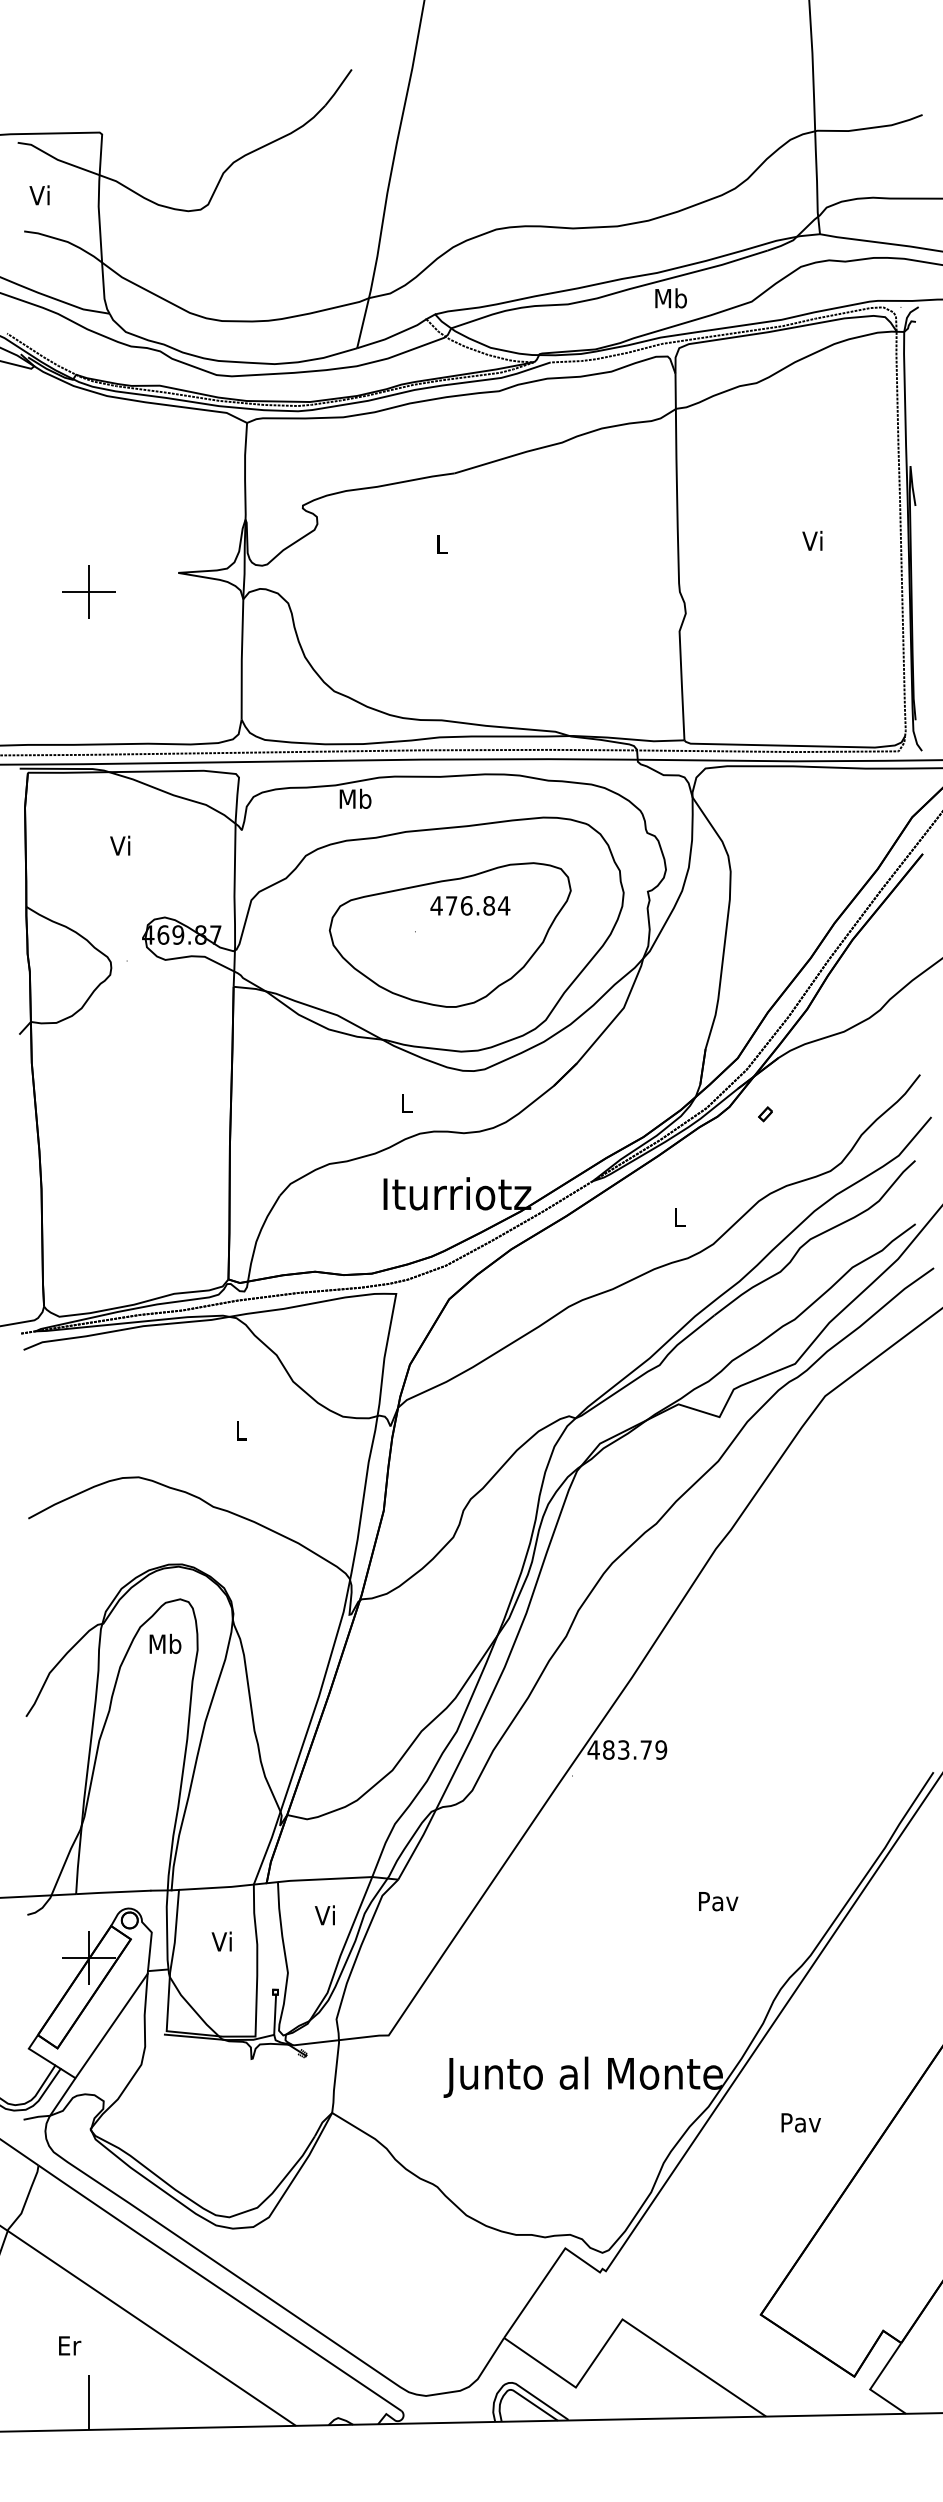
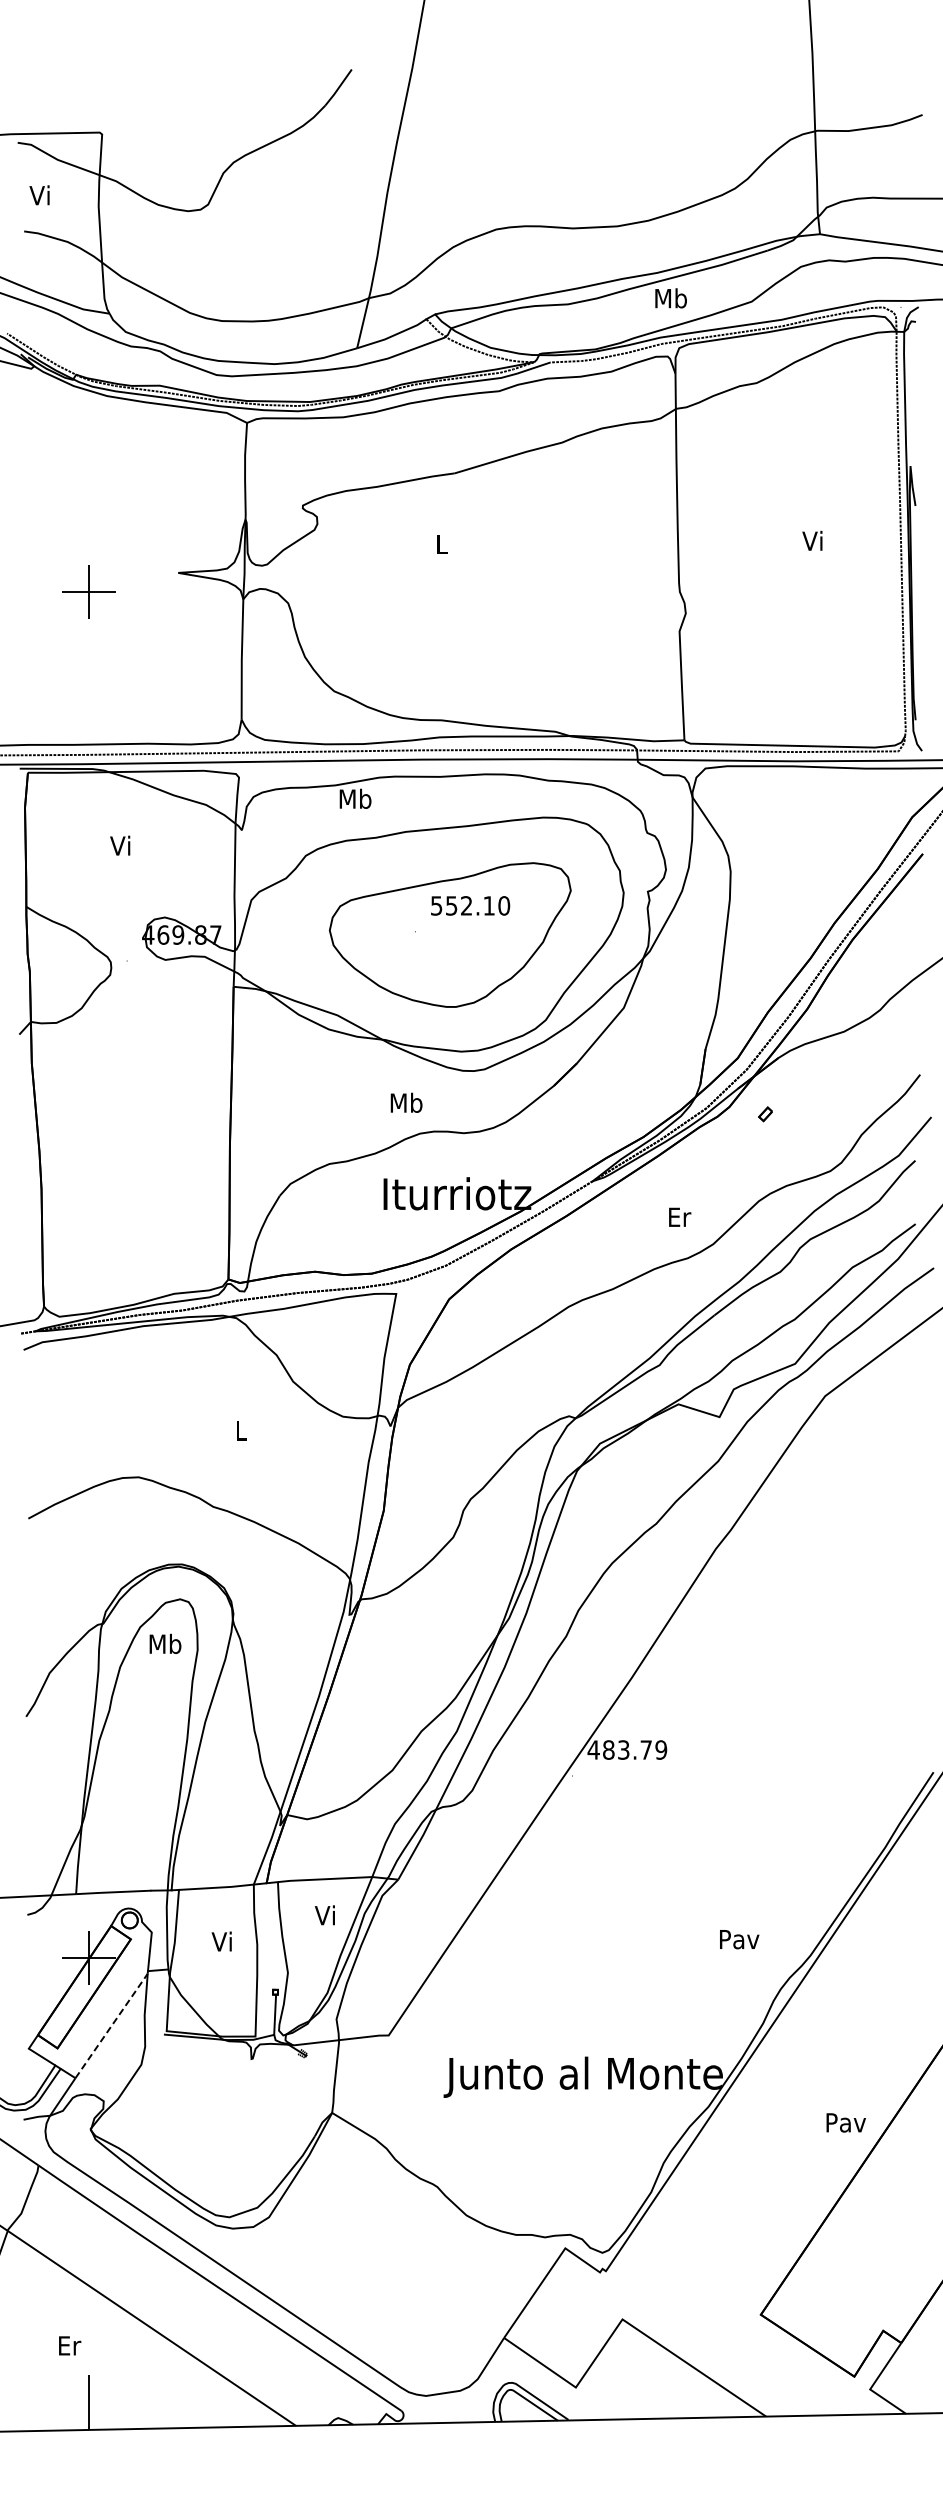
text at (470, 905): 476.84 -> 552.10
text at (406, 1102): L -> Mb
text at (680, 1216): L -> Er
text at (718, 1901) position: (718, 1901) -> (739, 1939)
line at (111, 2025): solid -> dashed
text at (800, 2122) position: (800, 2122) -> (845, 2122)
